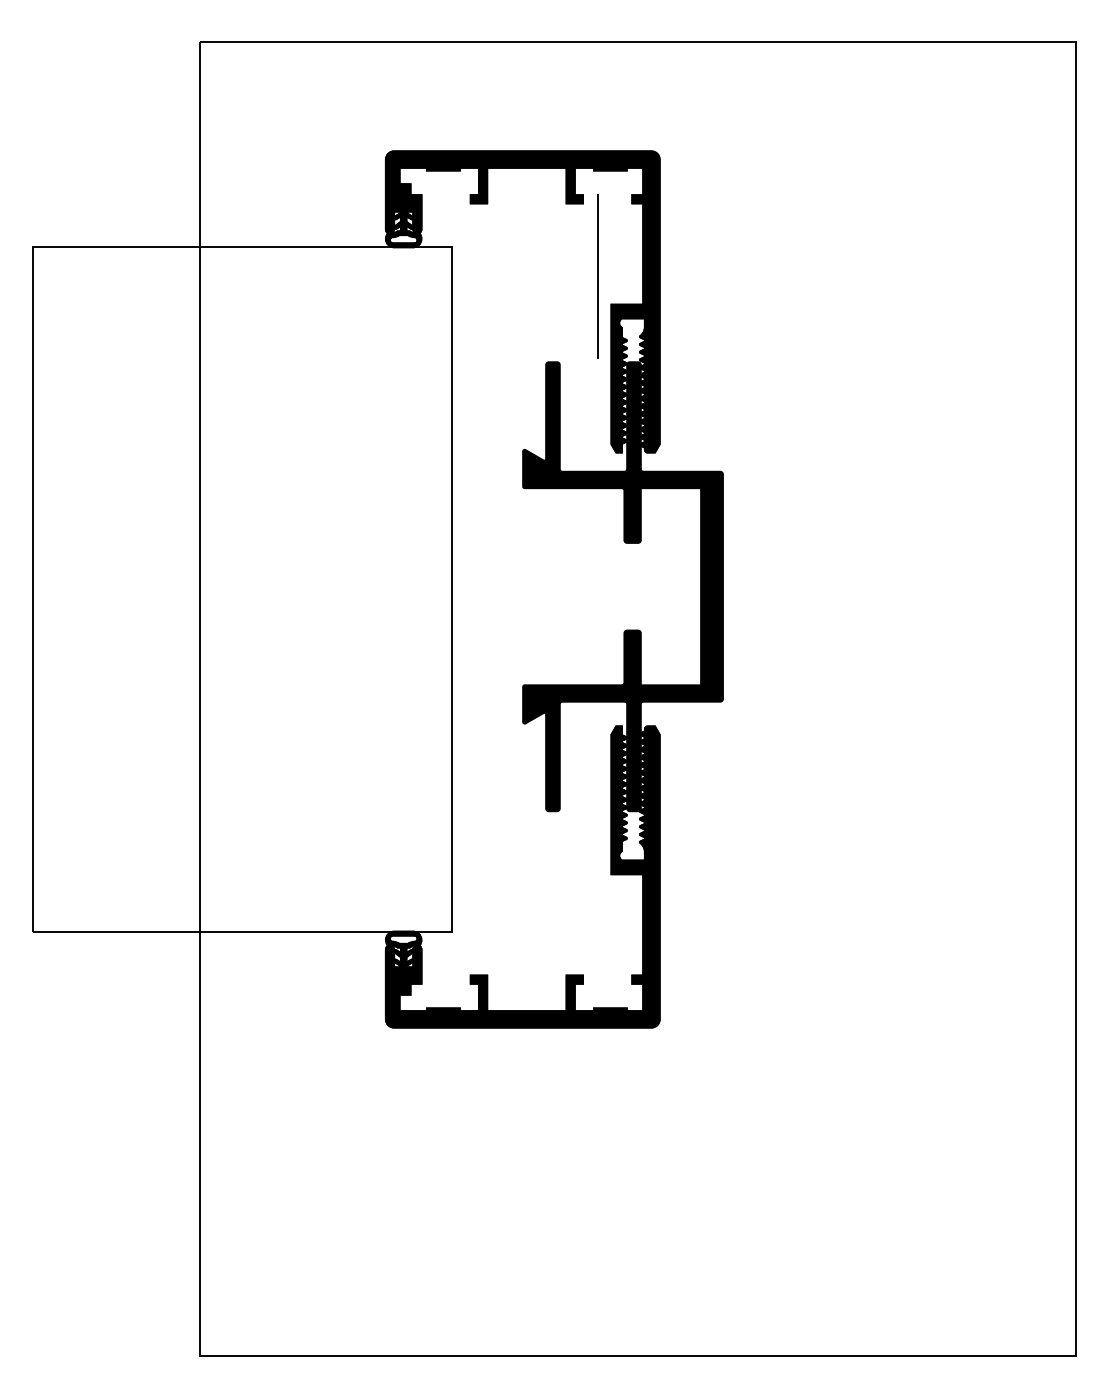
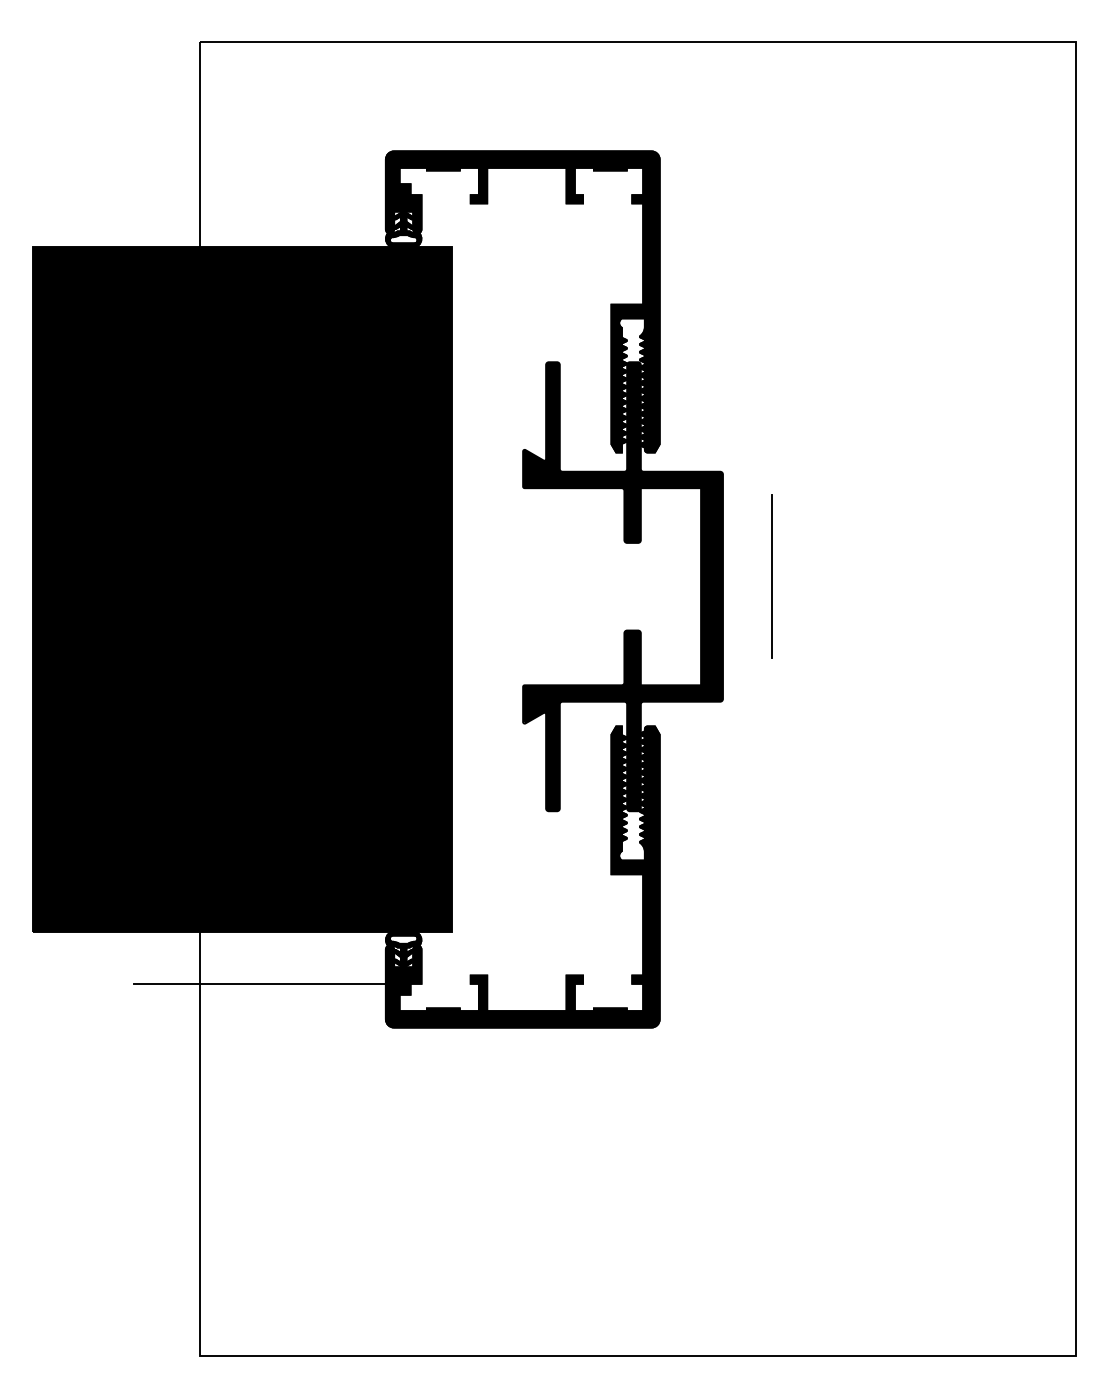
line at (597, 276) position: (597, 276) -> (771, 576)
fill at (242, 589): none -> present
line at (259, 984): none -> present
